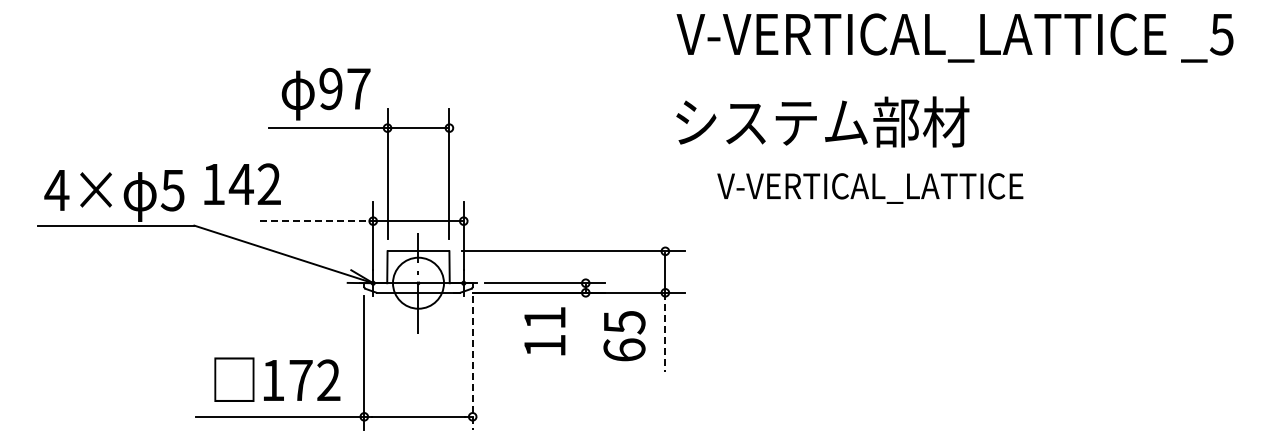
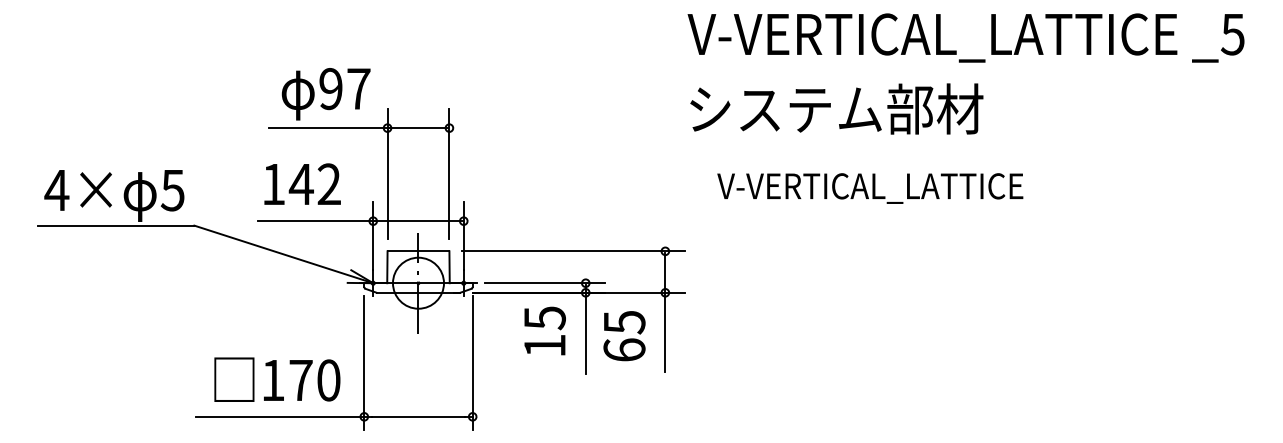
text at (954, 37) position: (954, 37) -> (965, 37)
text at (822, 121) position: (822, 121) -> (836, 108)
text at (242, 183) position: (242, 183) -> (302, 183)
line at (317, 221): dashed -> solid
text at (544, 318): 11 -> 15
line at (665, 332): dashed -> solid
line at (585, 334): none -> present
line at (472, 362): dashed -> solid
text at (328, 380): 172 -> 170
